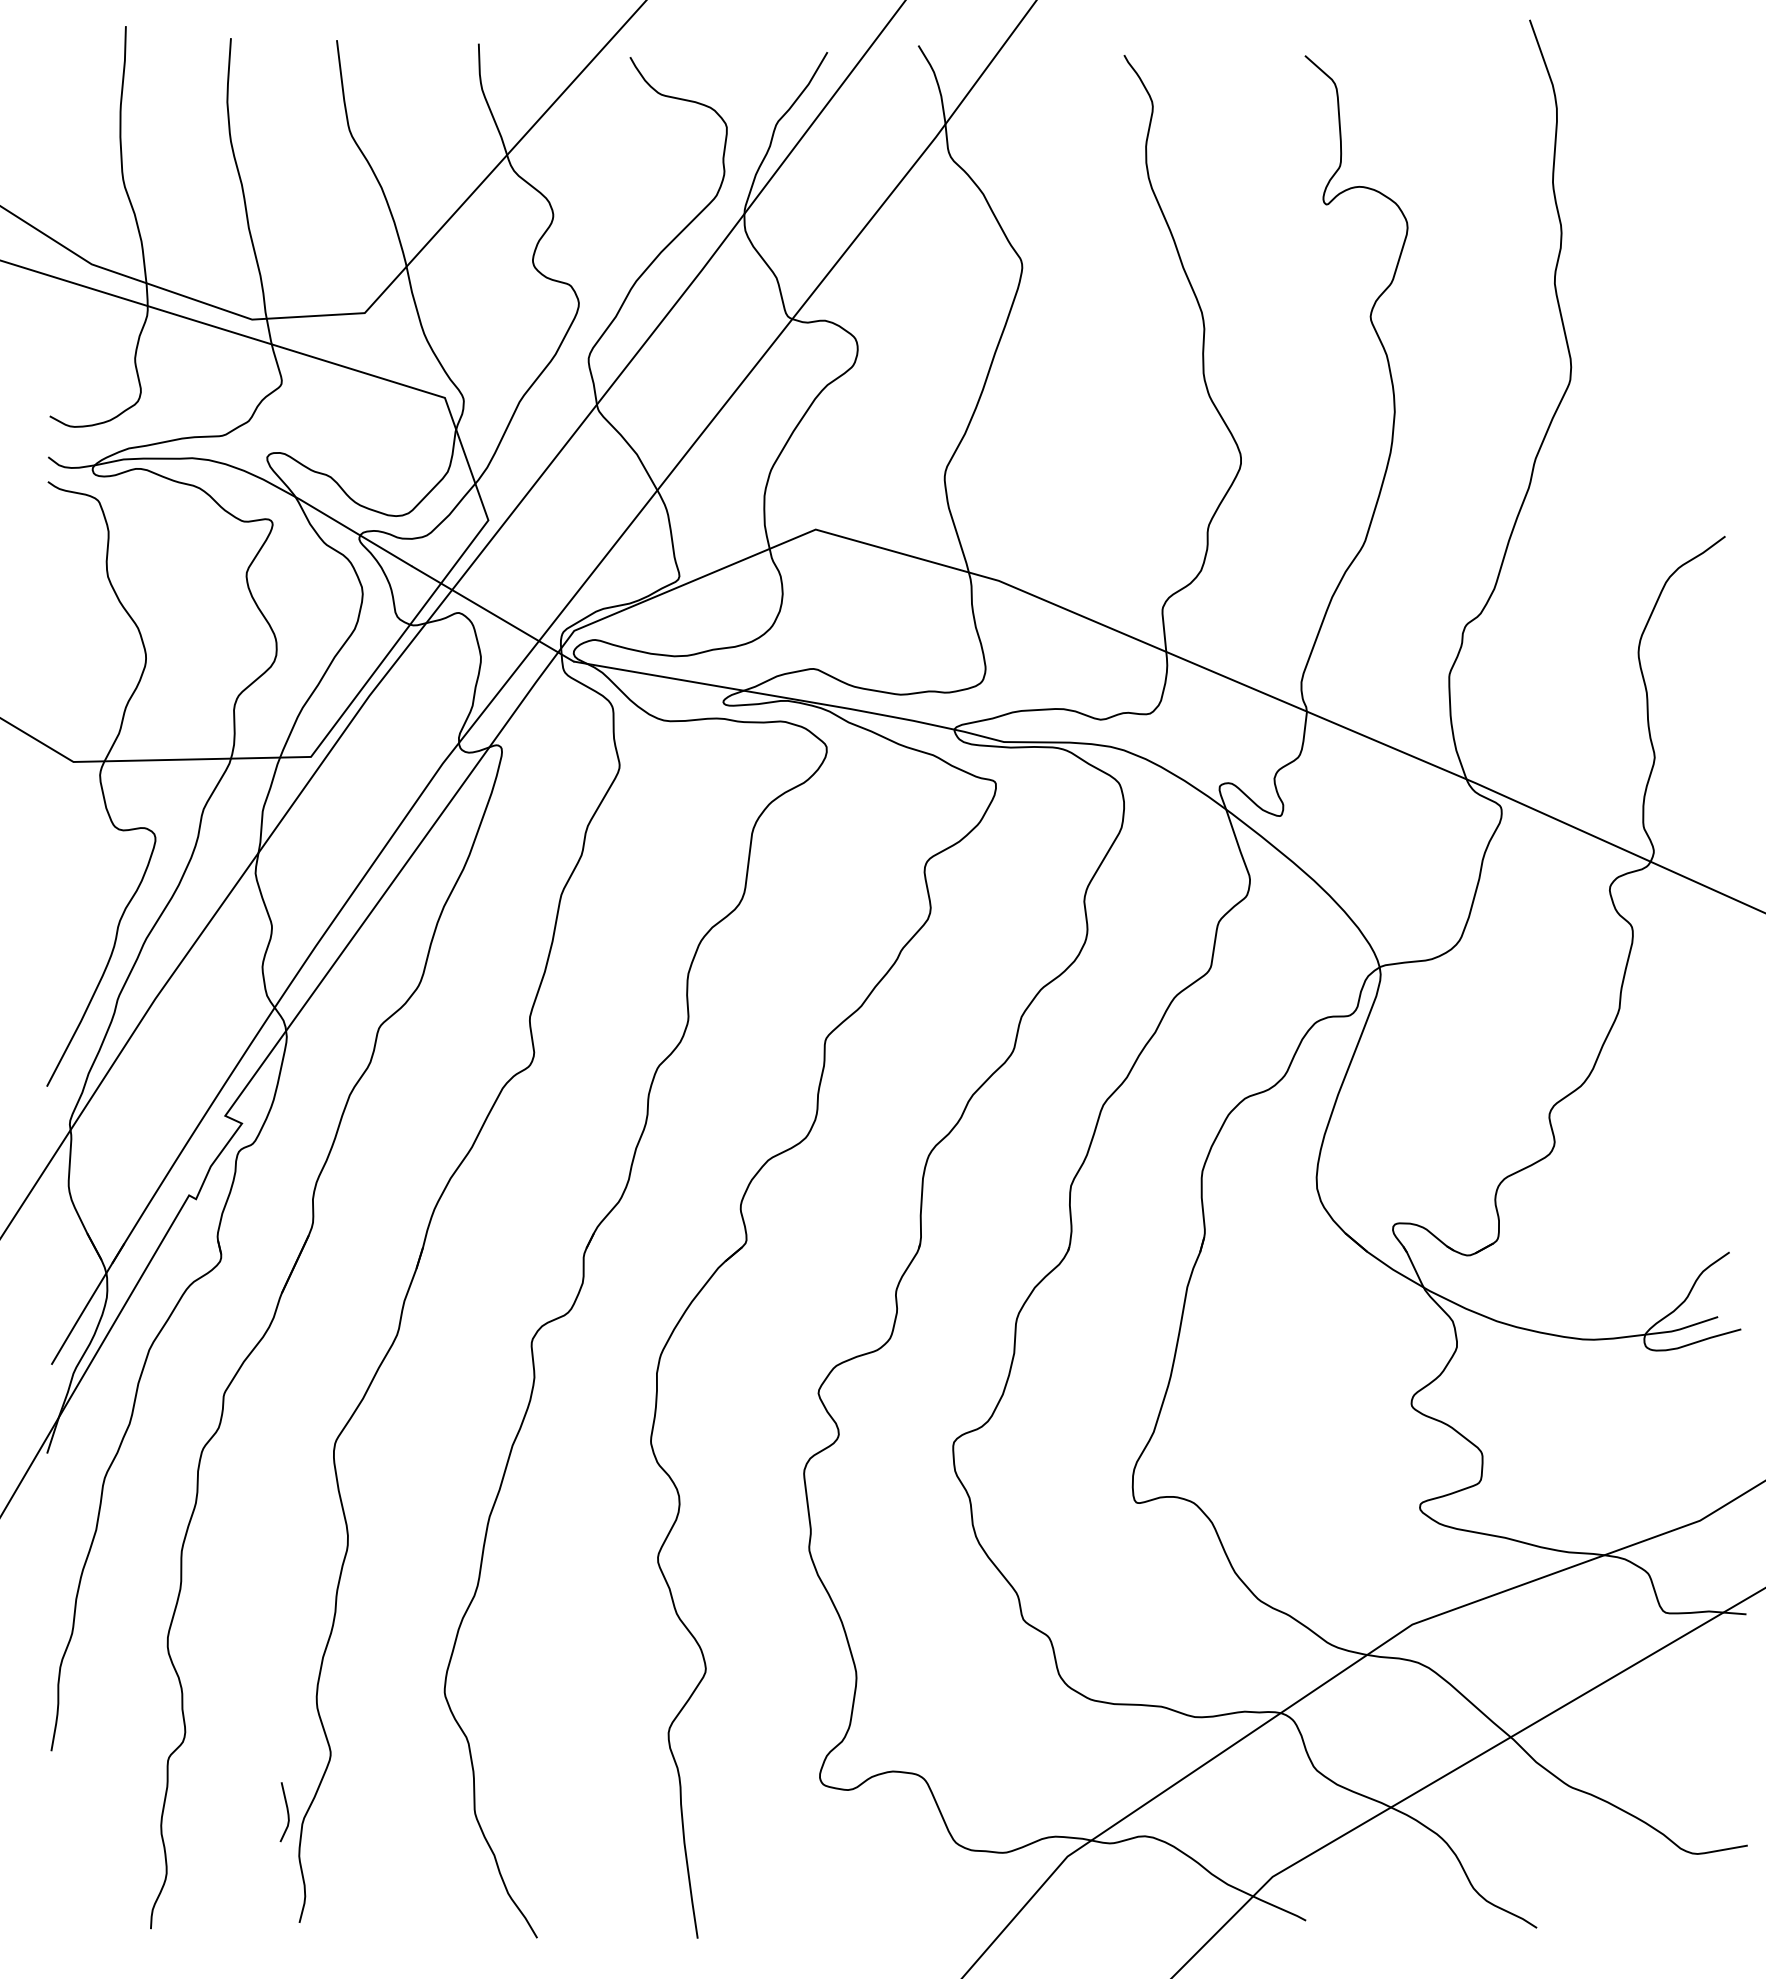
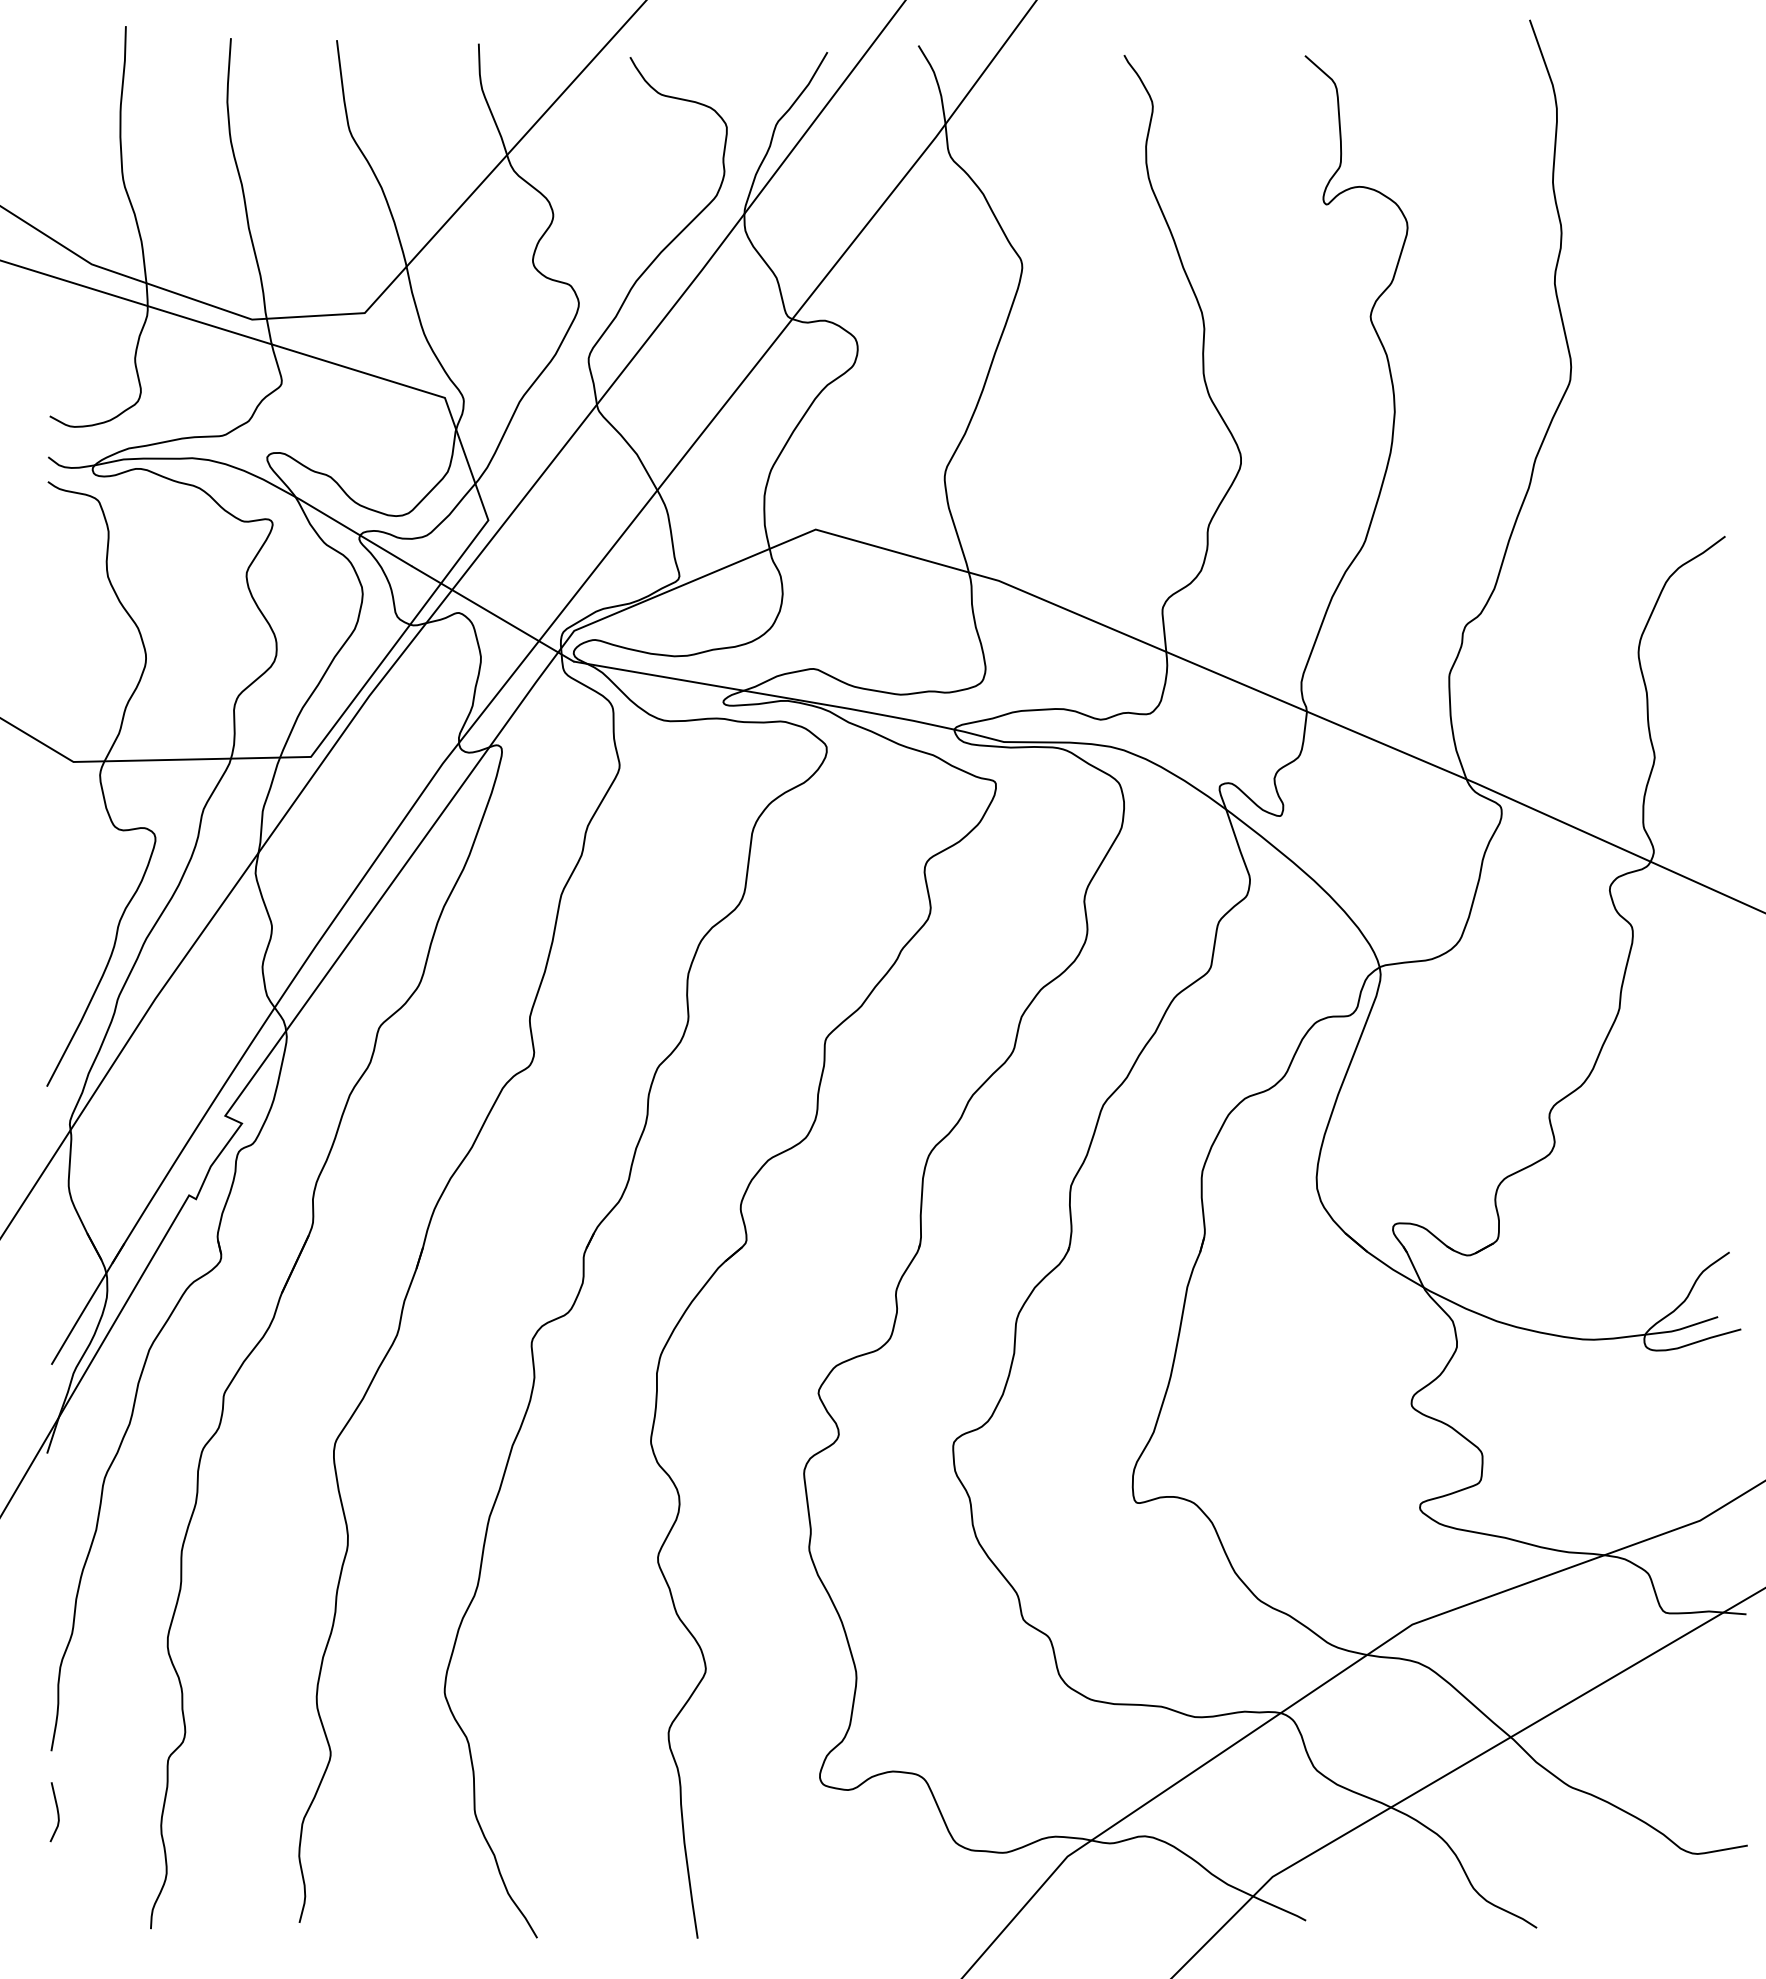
curve at (286, 1810) position: (286, 1810) -> (56, 1810)
